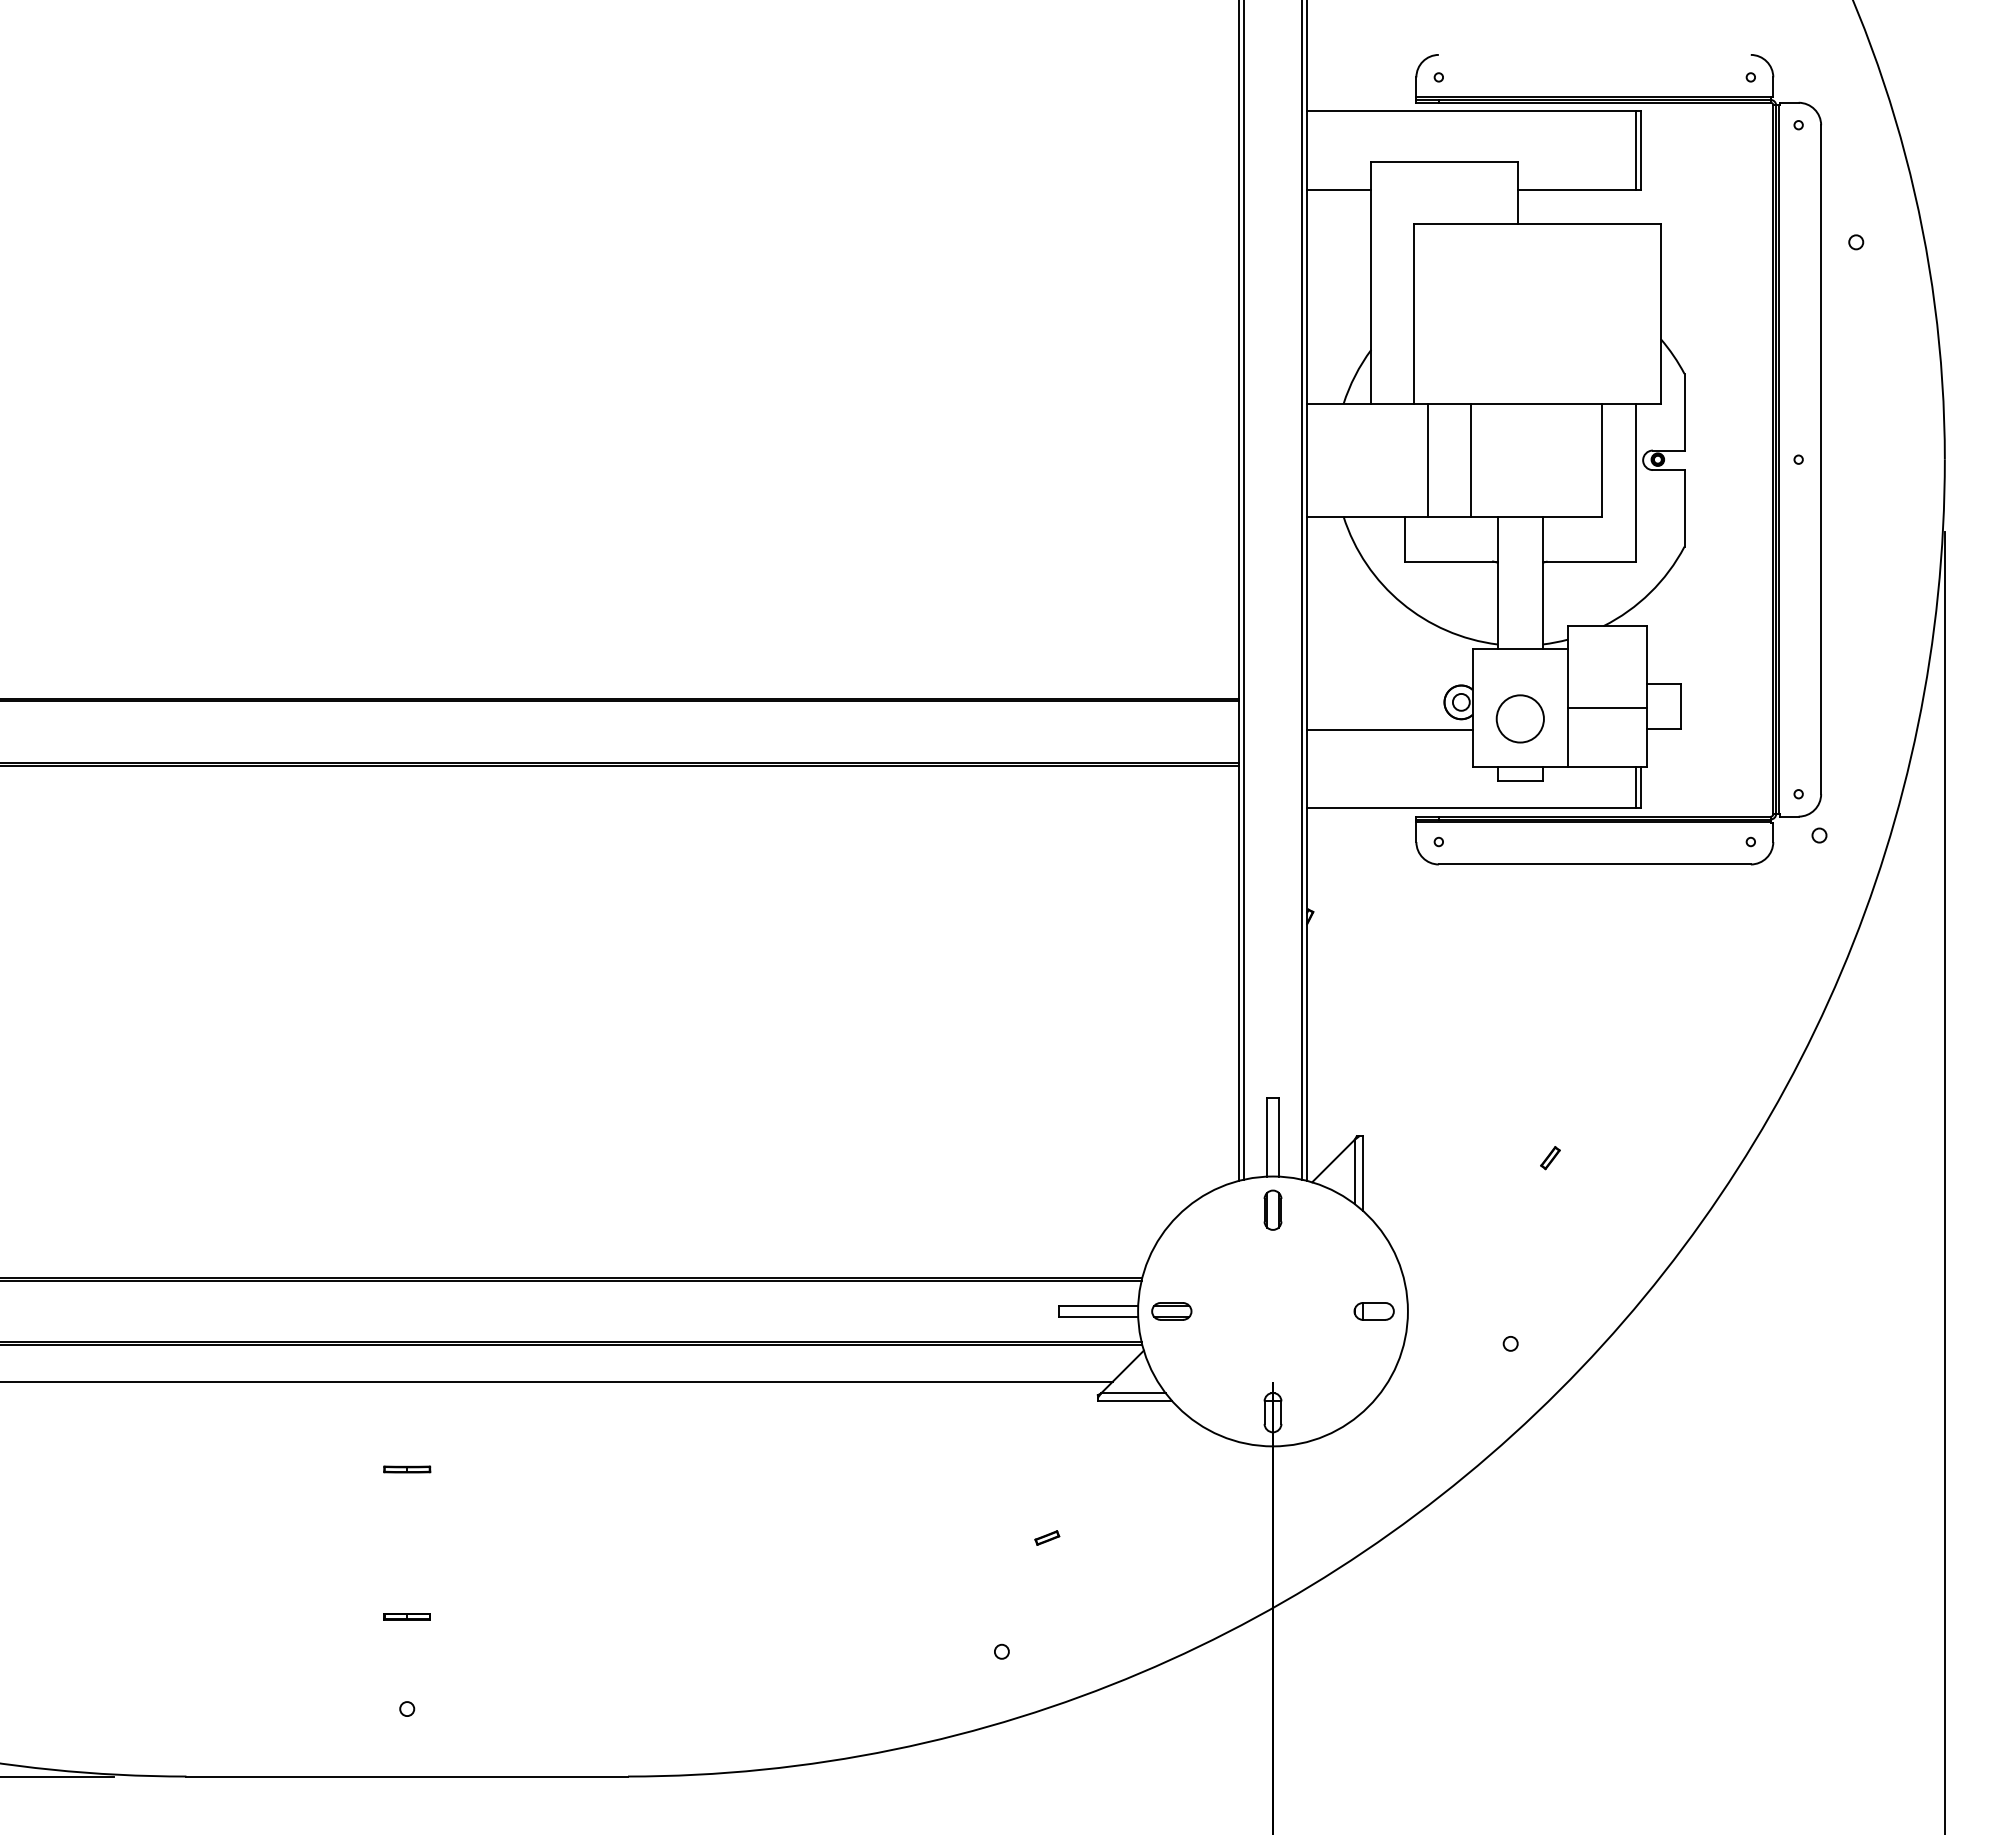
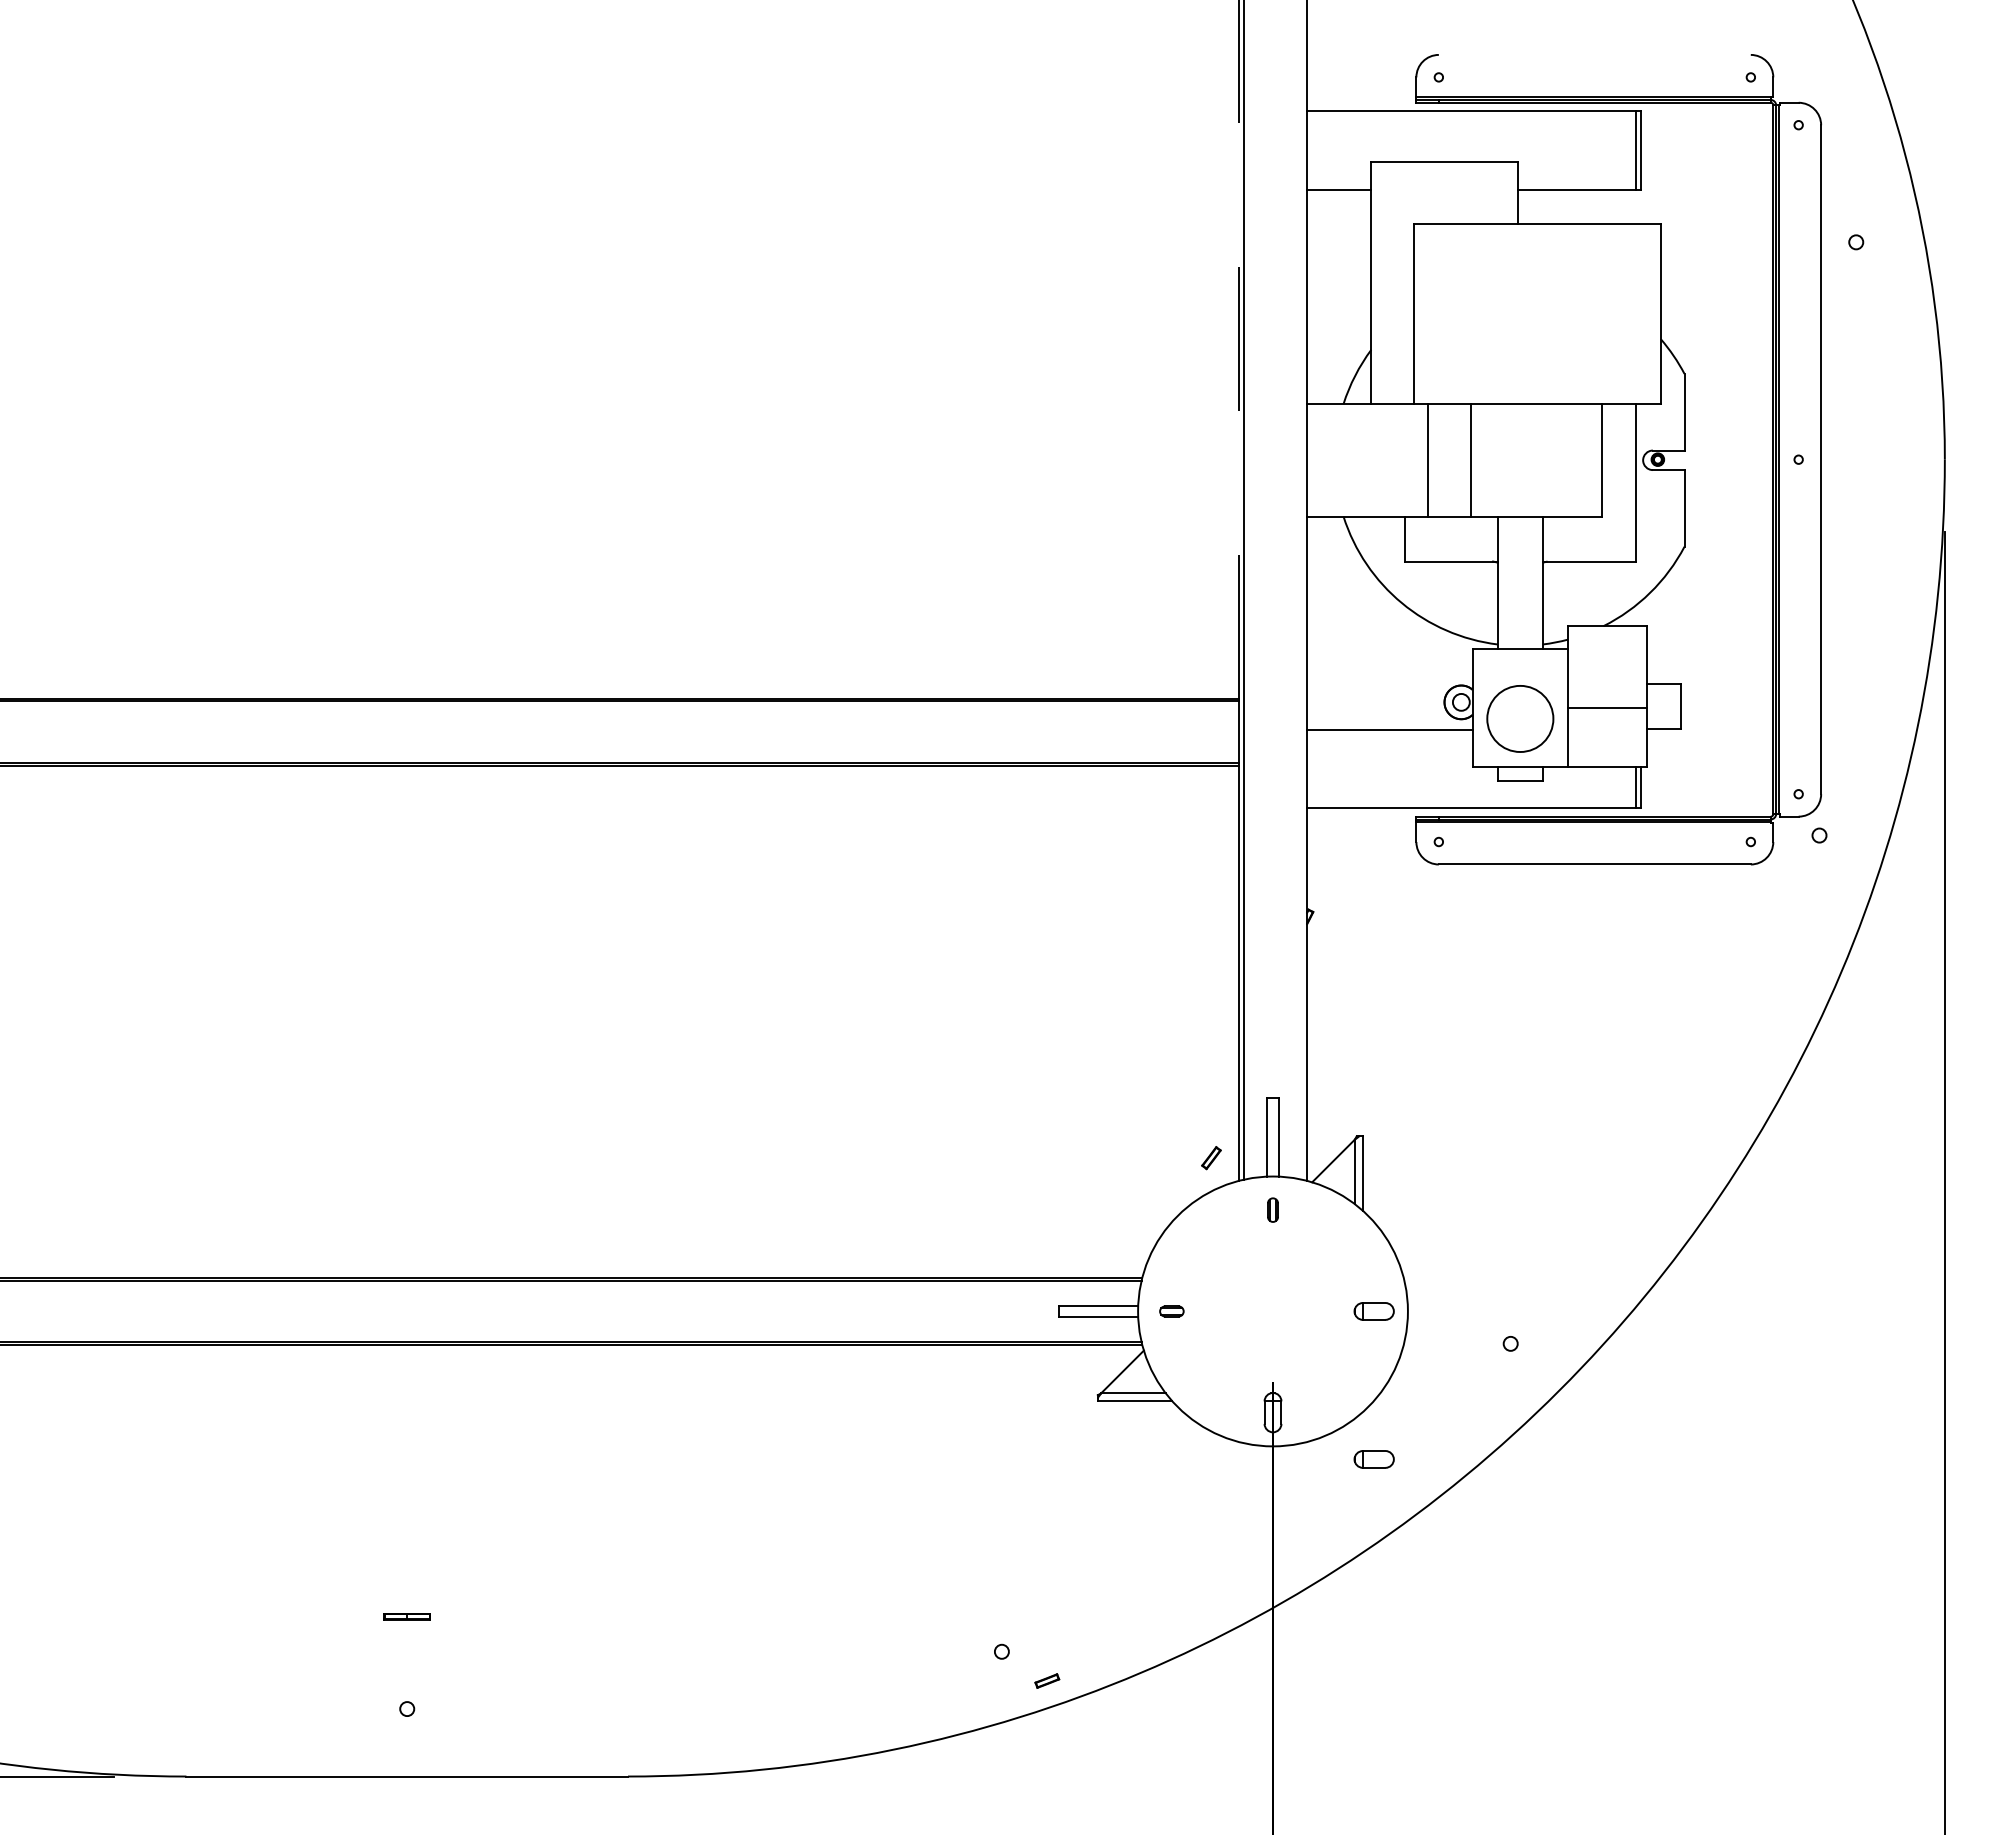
line at (1239, 349): solid -> dashed
line at (1302, 590): present -> none
circle at (1519, 718) diameter: 47 px -> 66 px
part at (1550, 1158) position: (1550, 1158) -> (1211, 1158)
part at (1272, 1209) size: 20x42 px -> 12x26 px
part at (1171, 1311) size: 42x19 px -> 26x13 px
line at (557, 1381): present -> none
part at (1373, 1459): none -> present
part at (407, 1469): present -> none
part at (1047, 1537) position: (1047, 1537) -> (1047, 1680)
